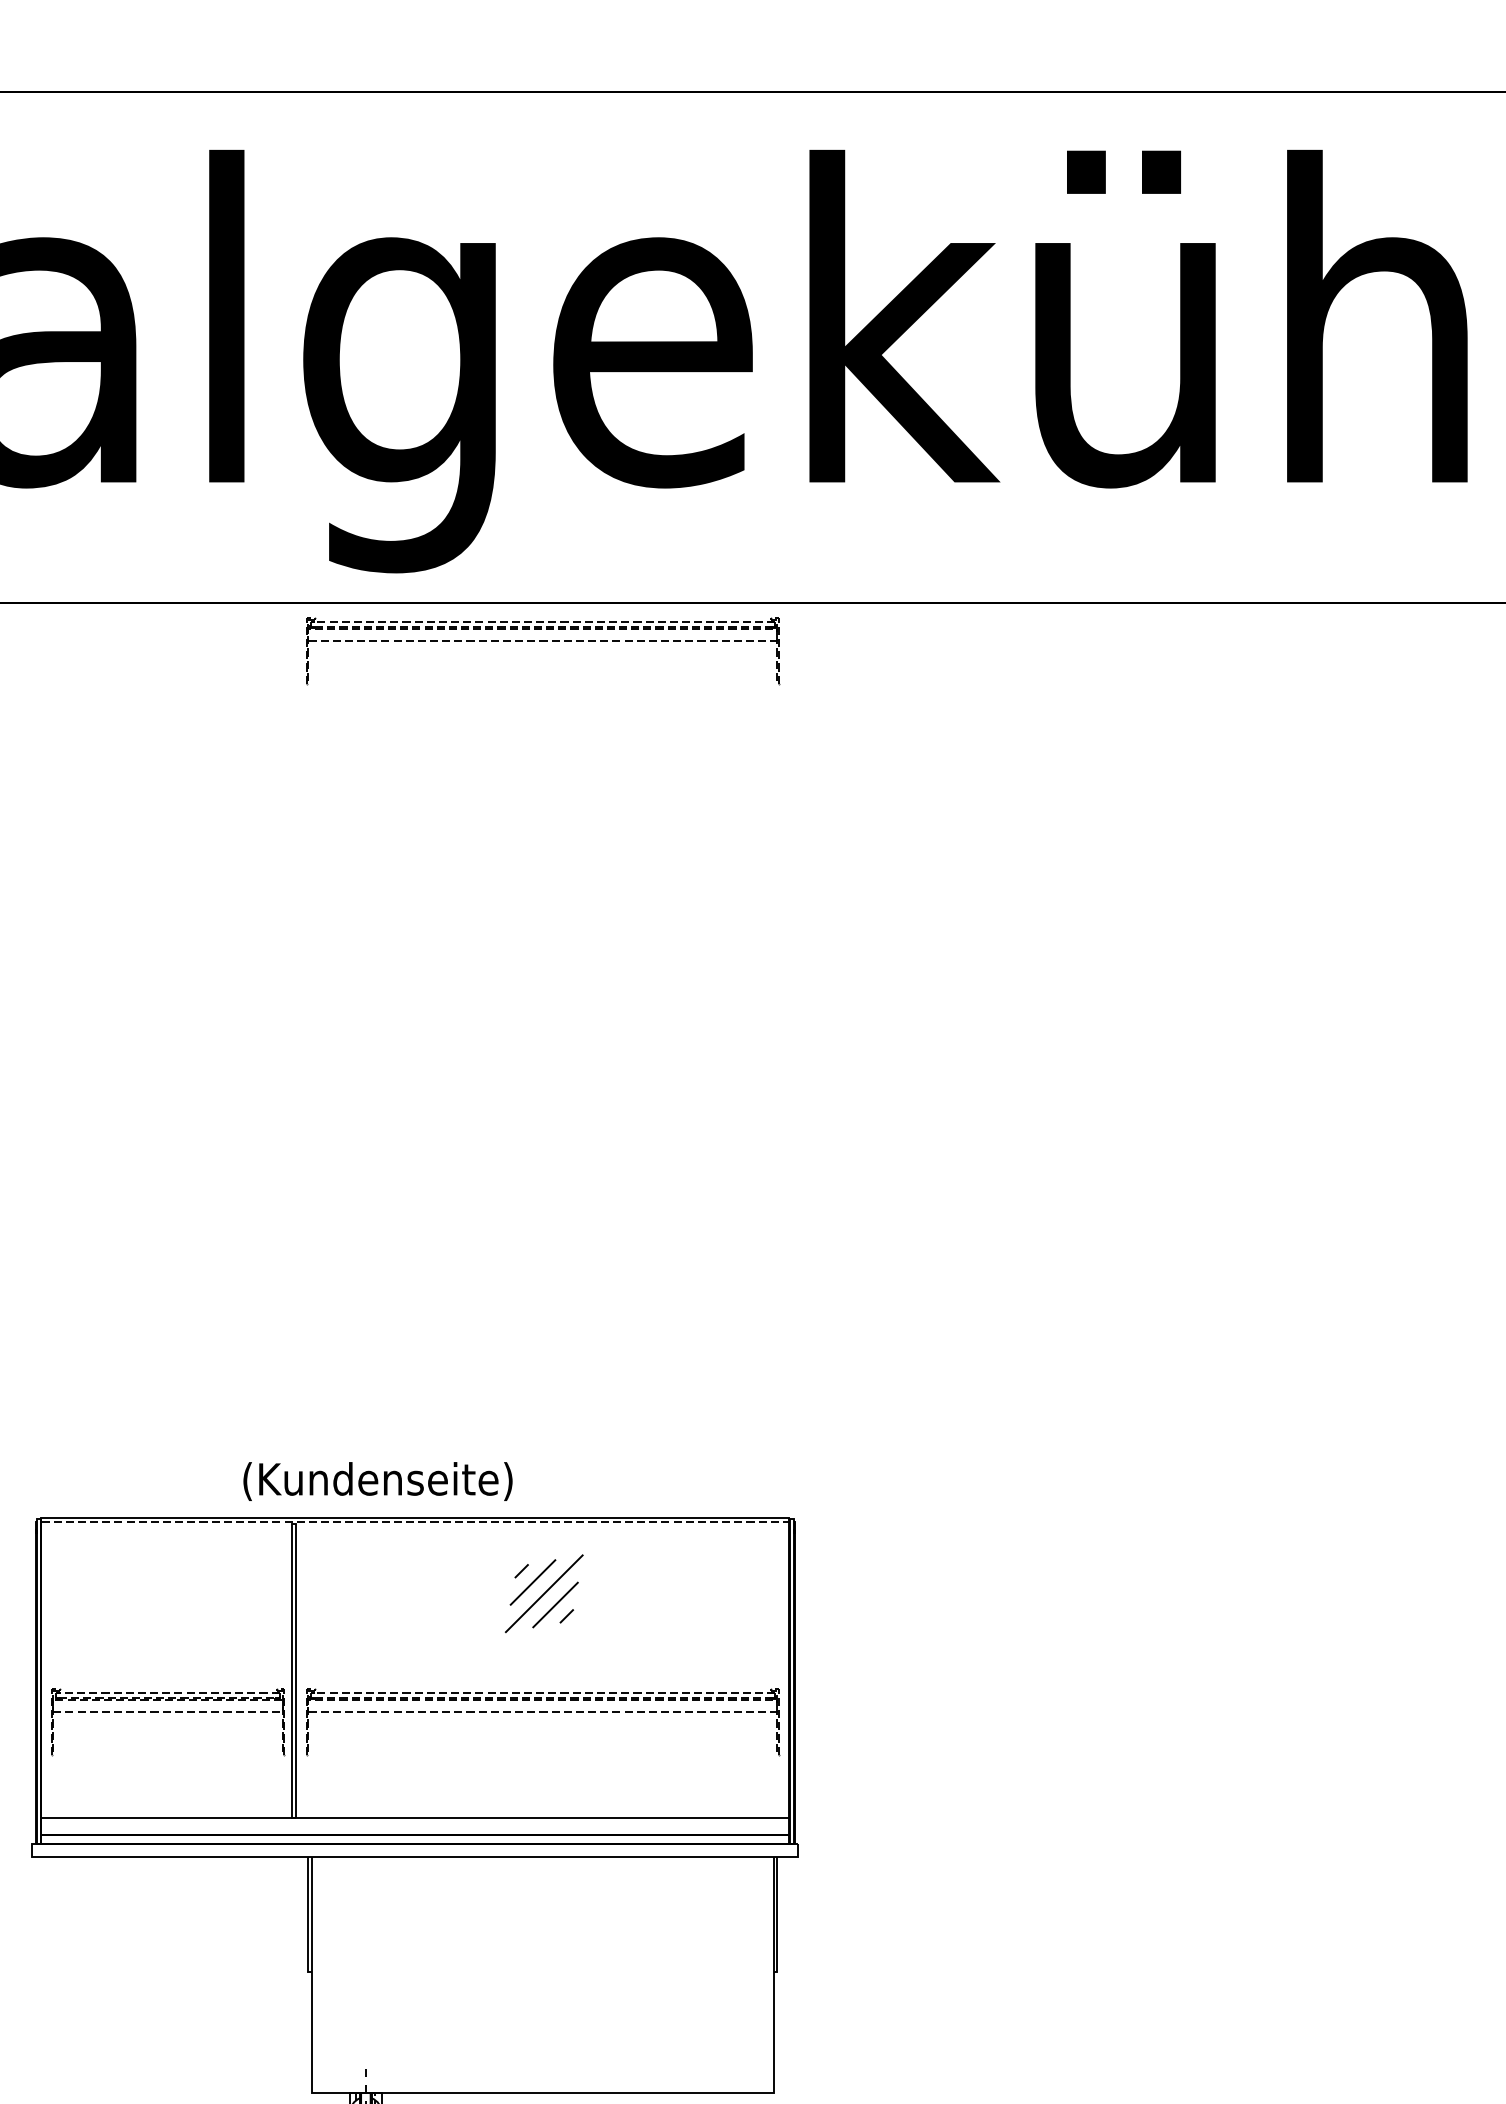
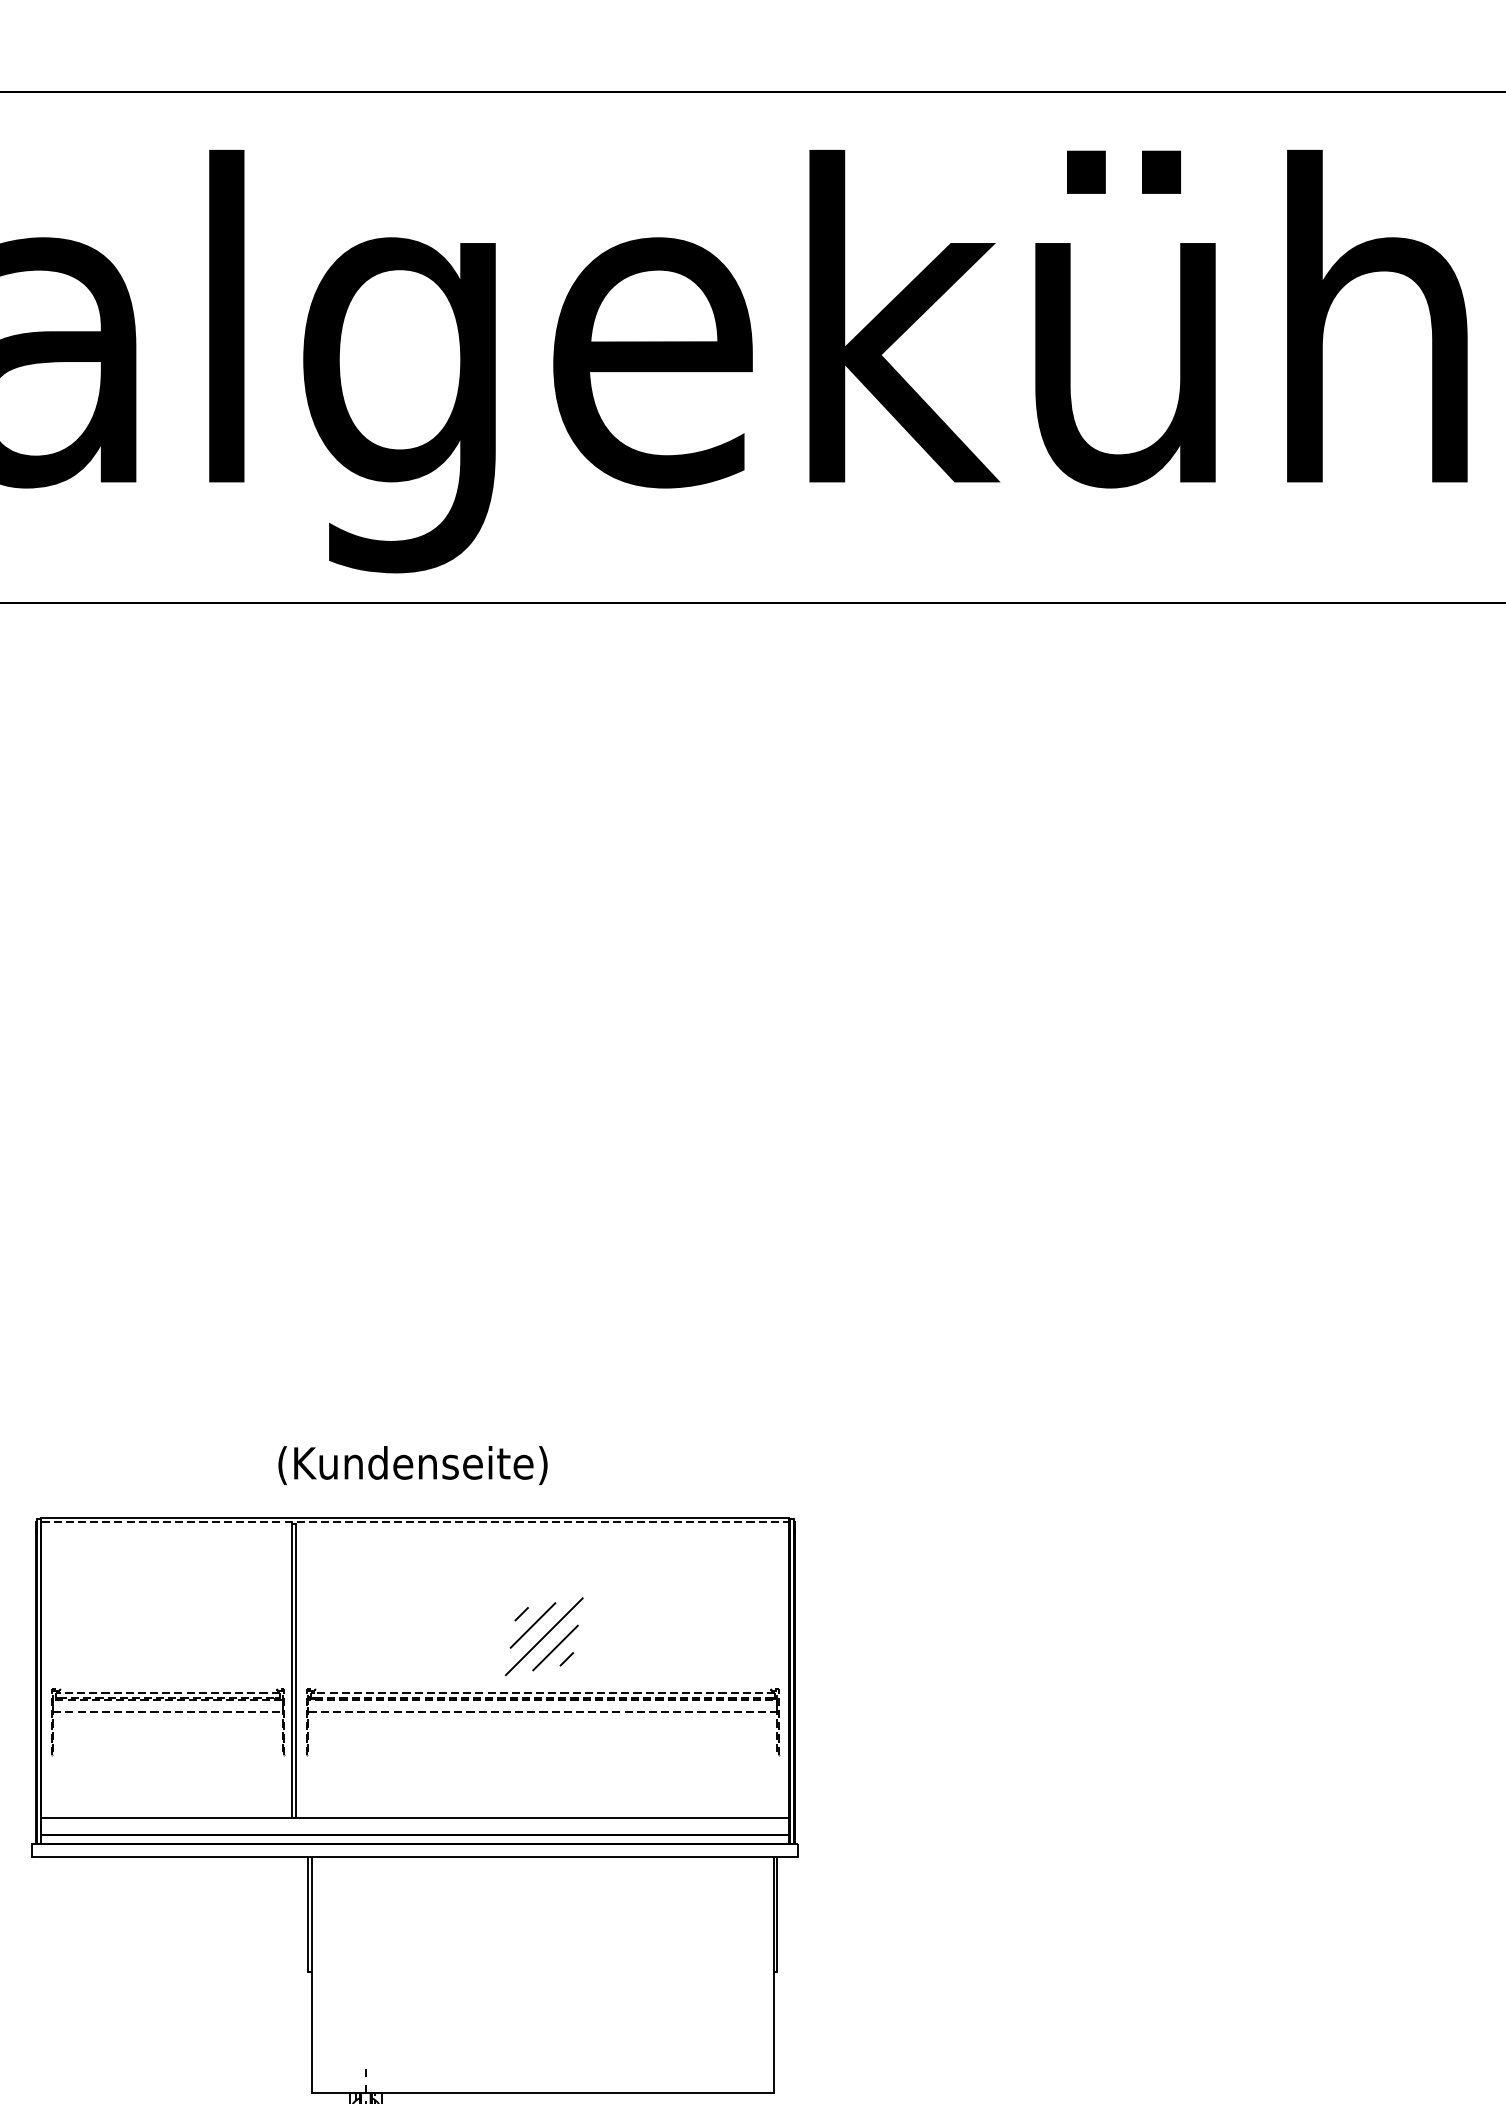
part at (543, 641): present -> none
text at (377, 1481) position: (377, 1481) -> (412, 1465)
part at (543, 1593) position: (543, 1593) -> (543, 1636)
